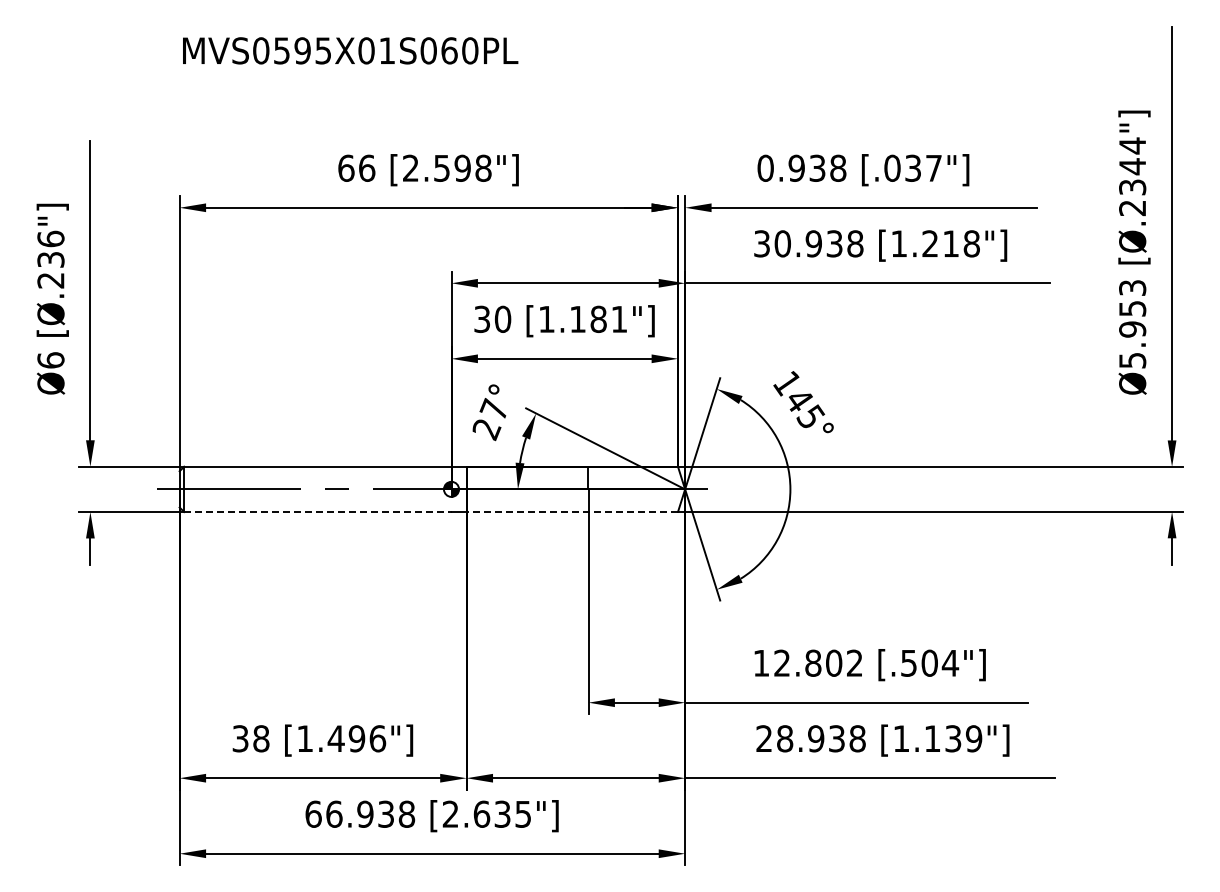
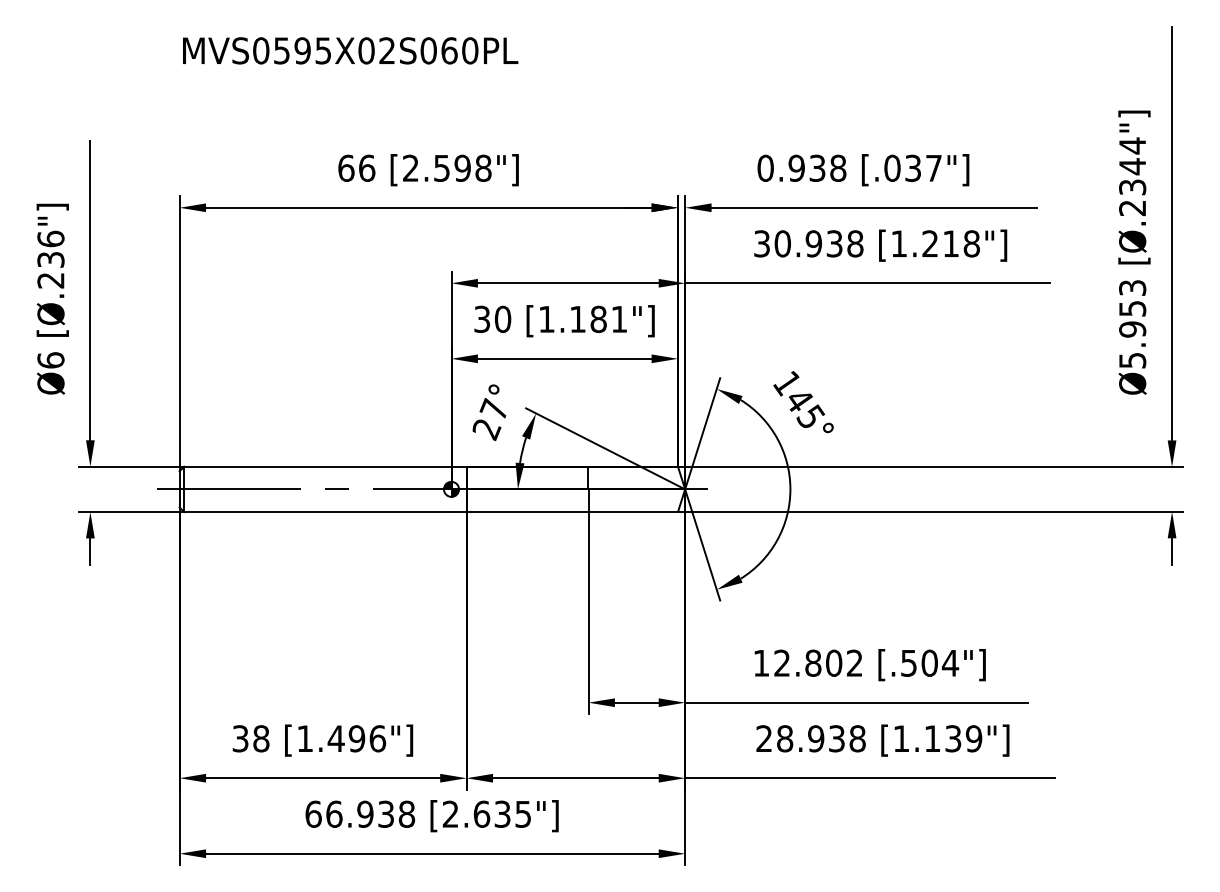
text at (386, 50): MVS0595X01S060PL -> MVS0595X02S060PL
line at (572, 511): dashed -> solid
line at (317, 512): dashed -> solid
